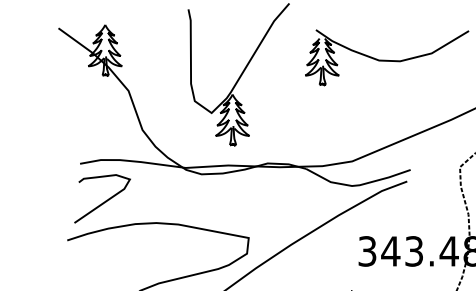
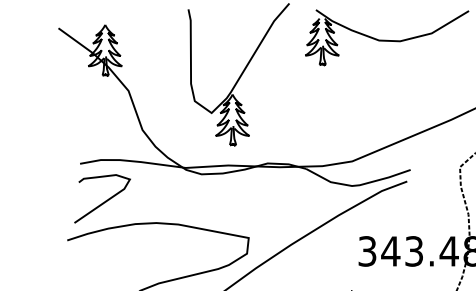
part at (387, 57) position: (387, 57) -> (387, 37)
